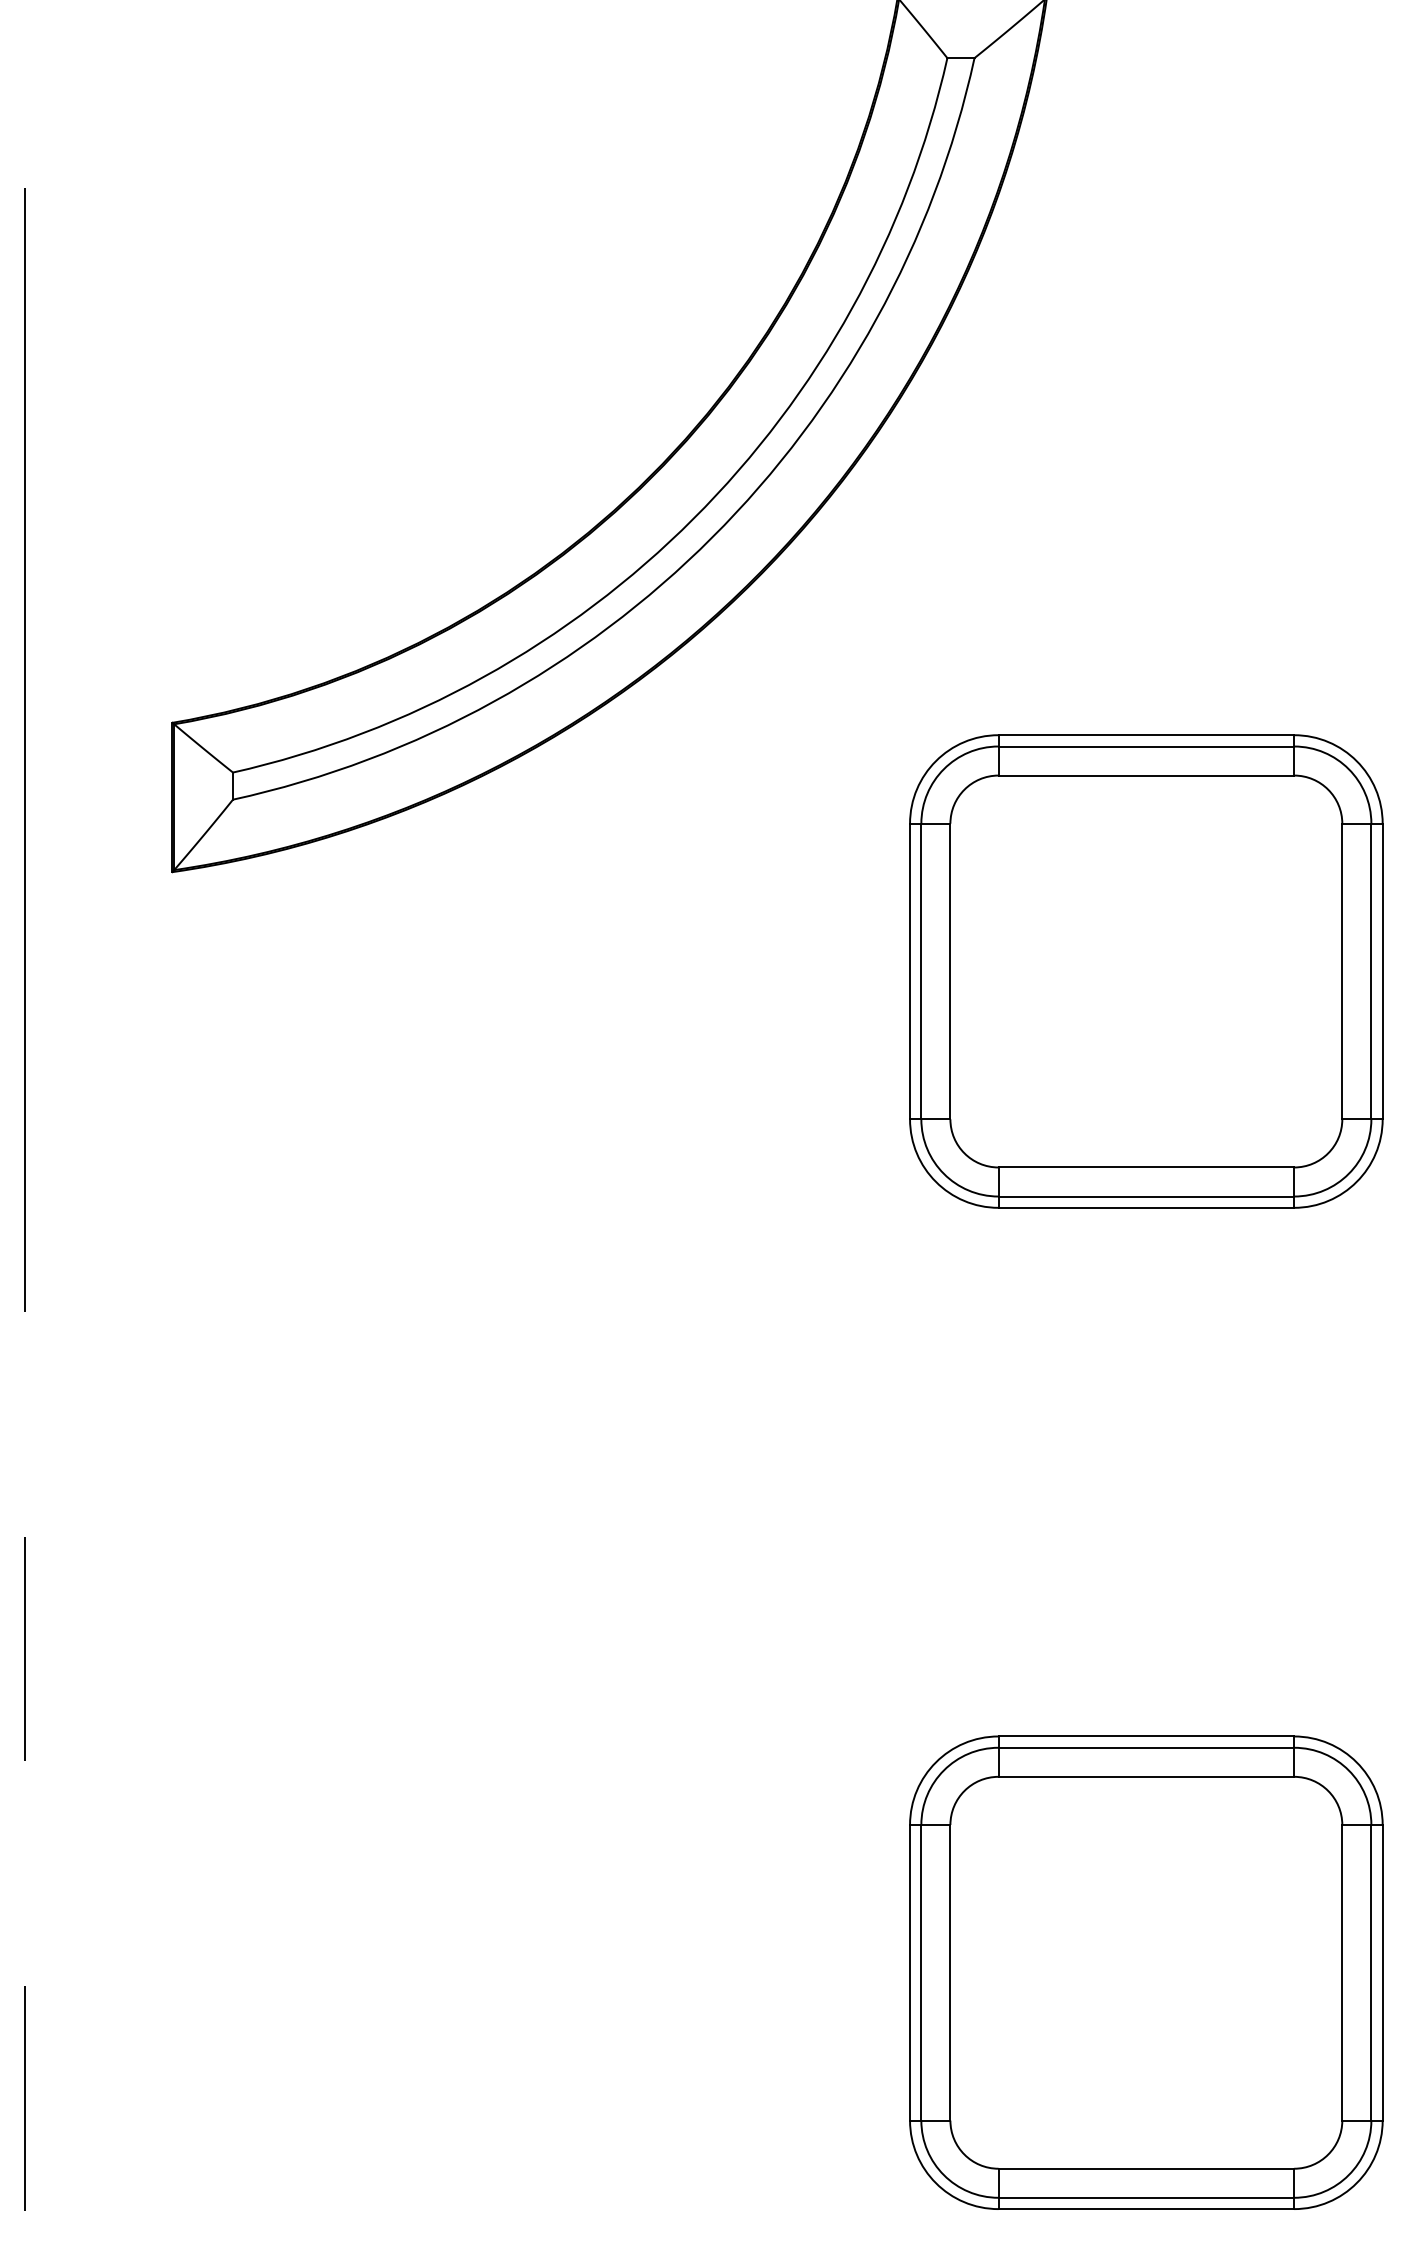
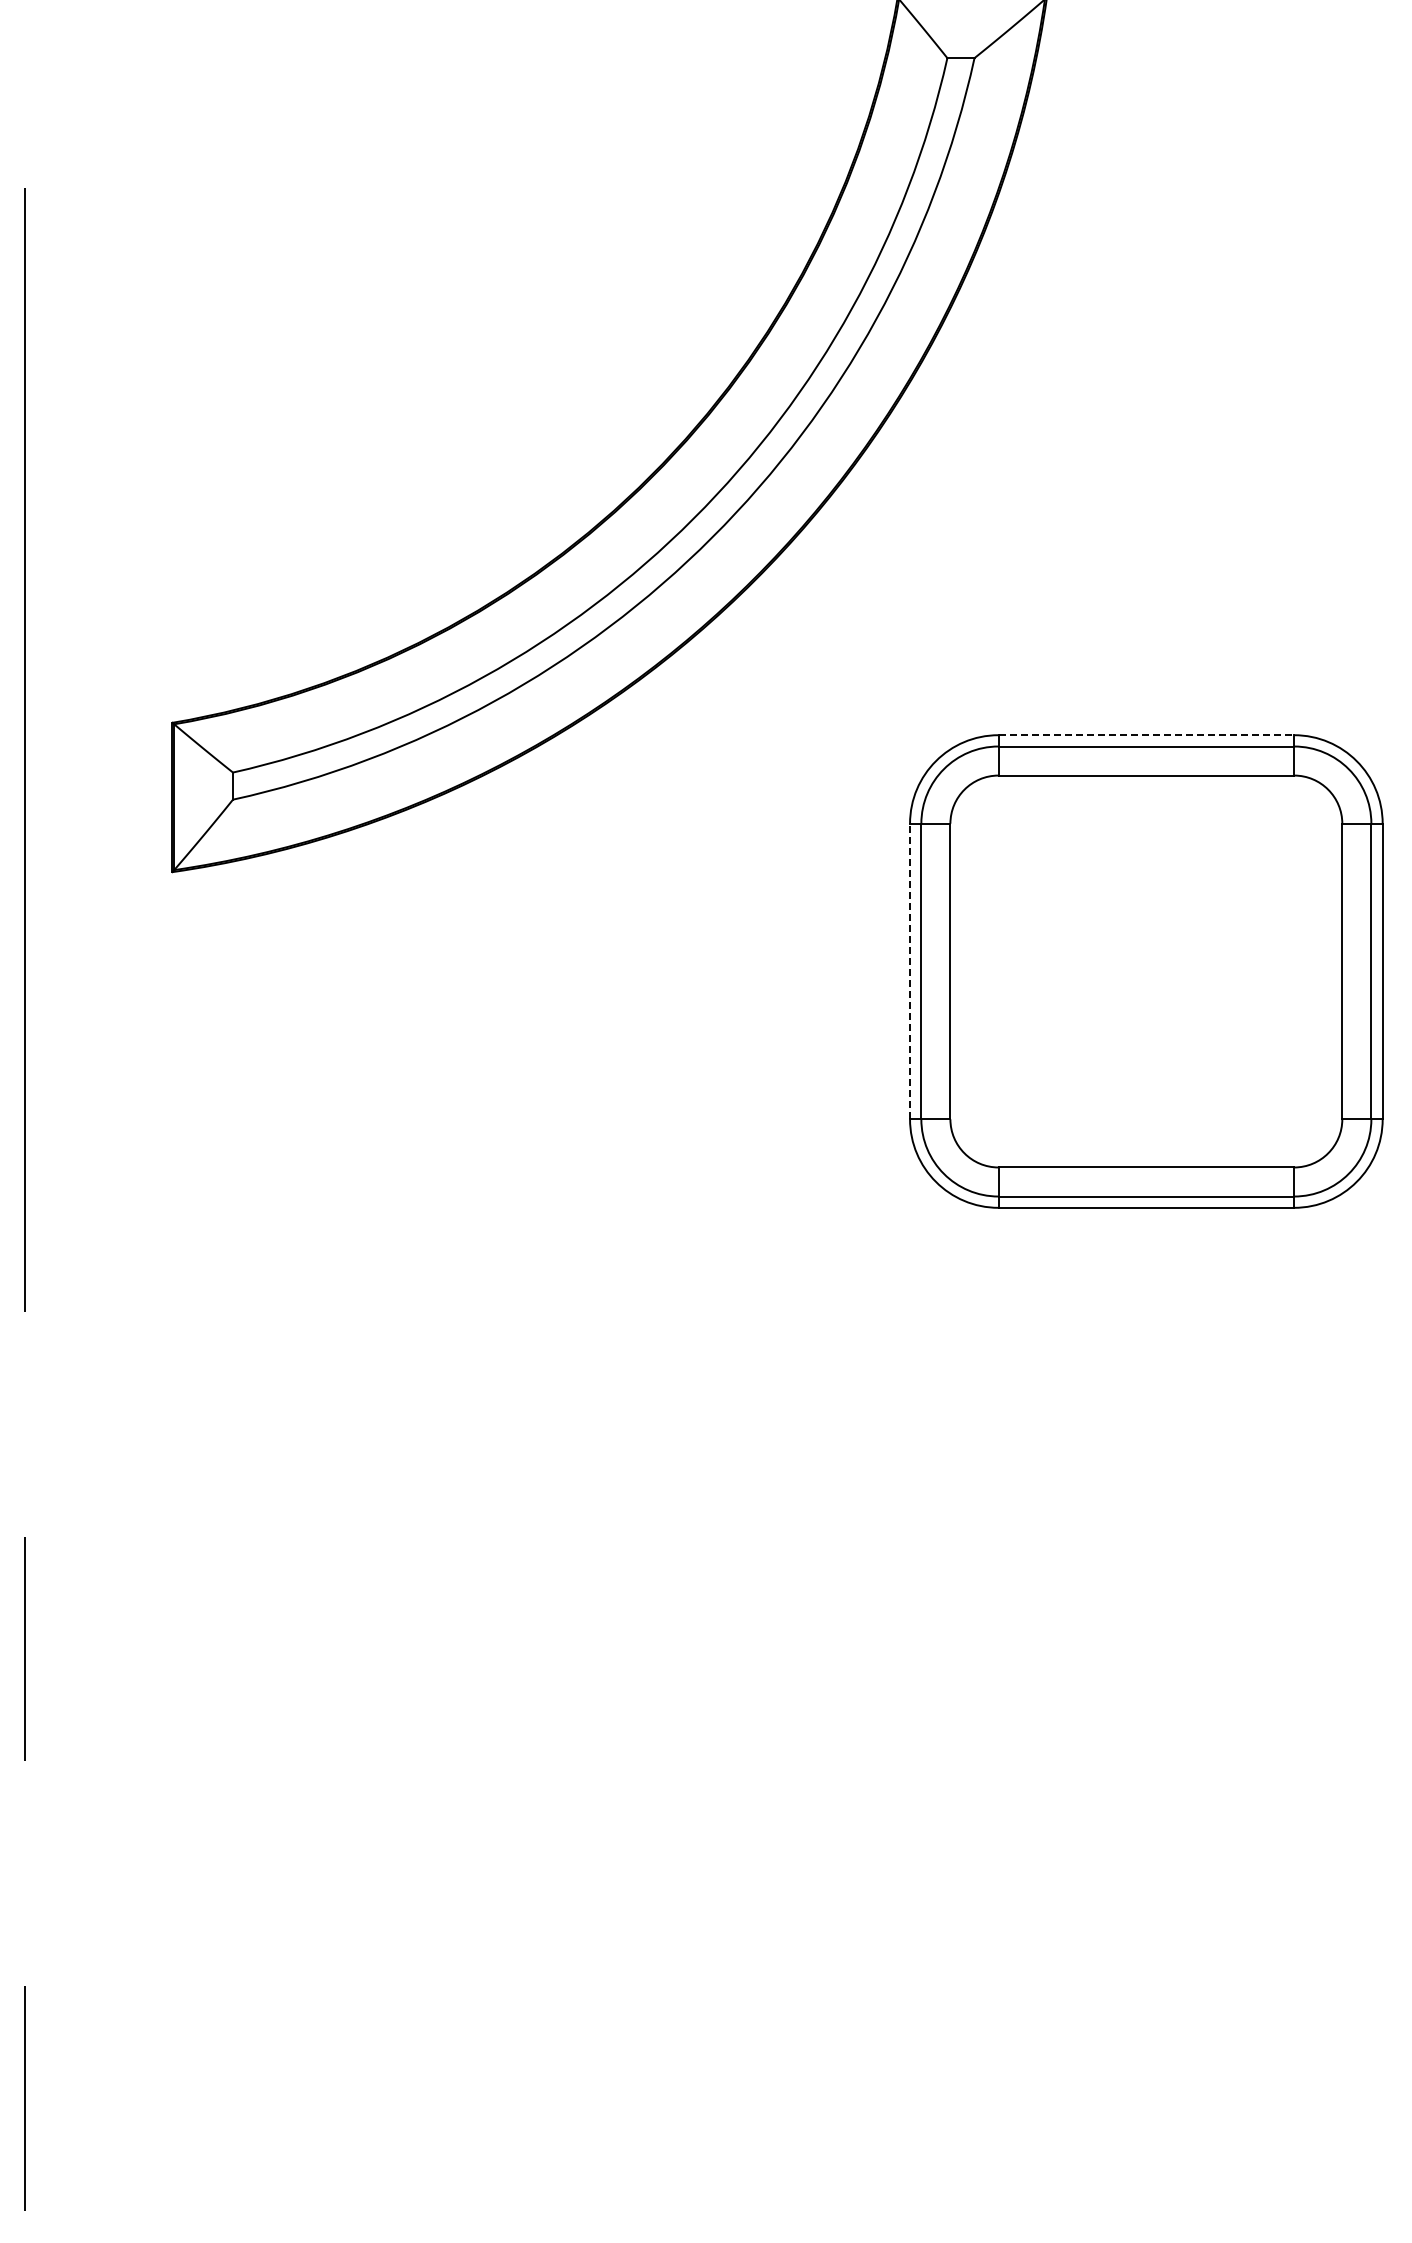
line at (1146, 735): solid -> dashed
line at (910, 971): solid -> dashed
part at (1146, 1972): present -> none
